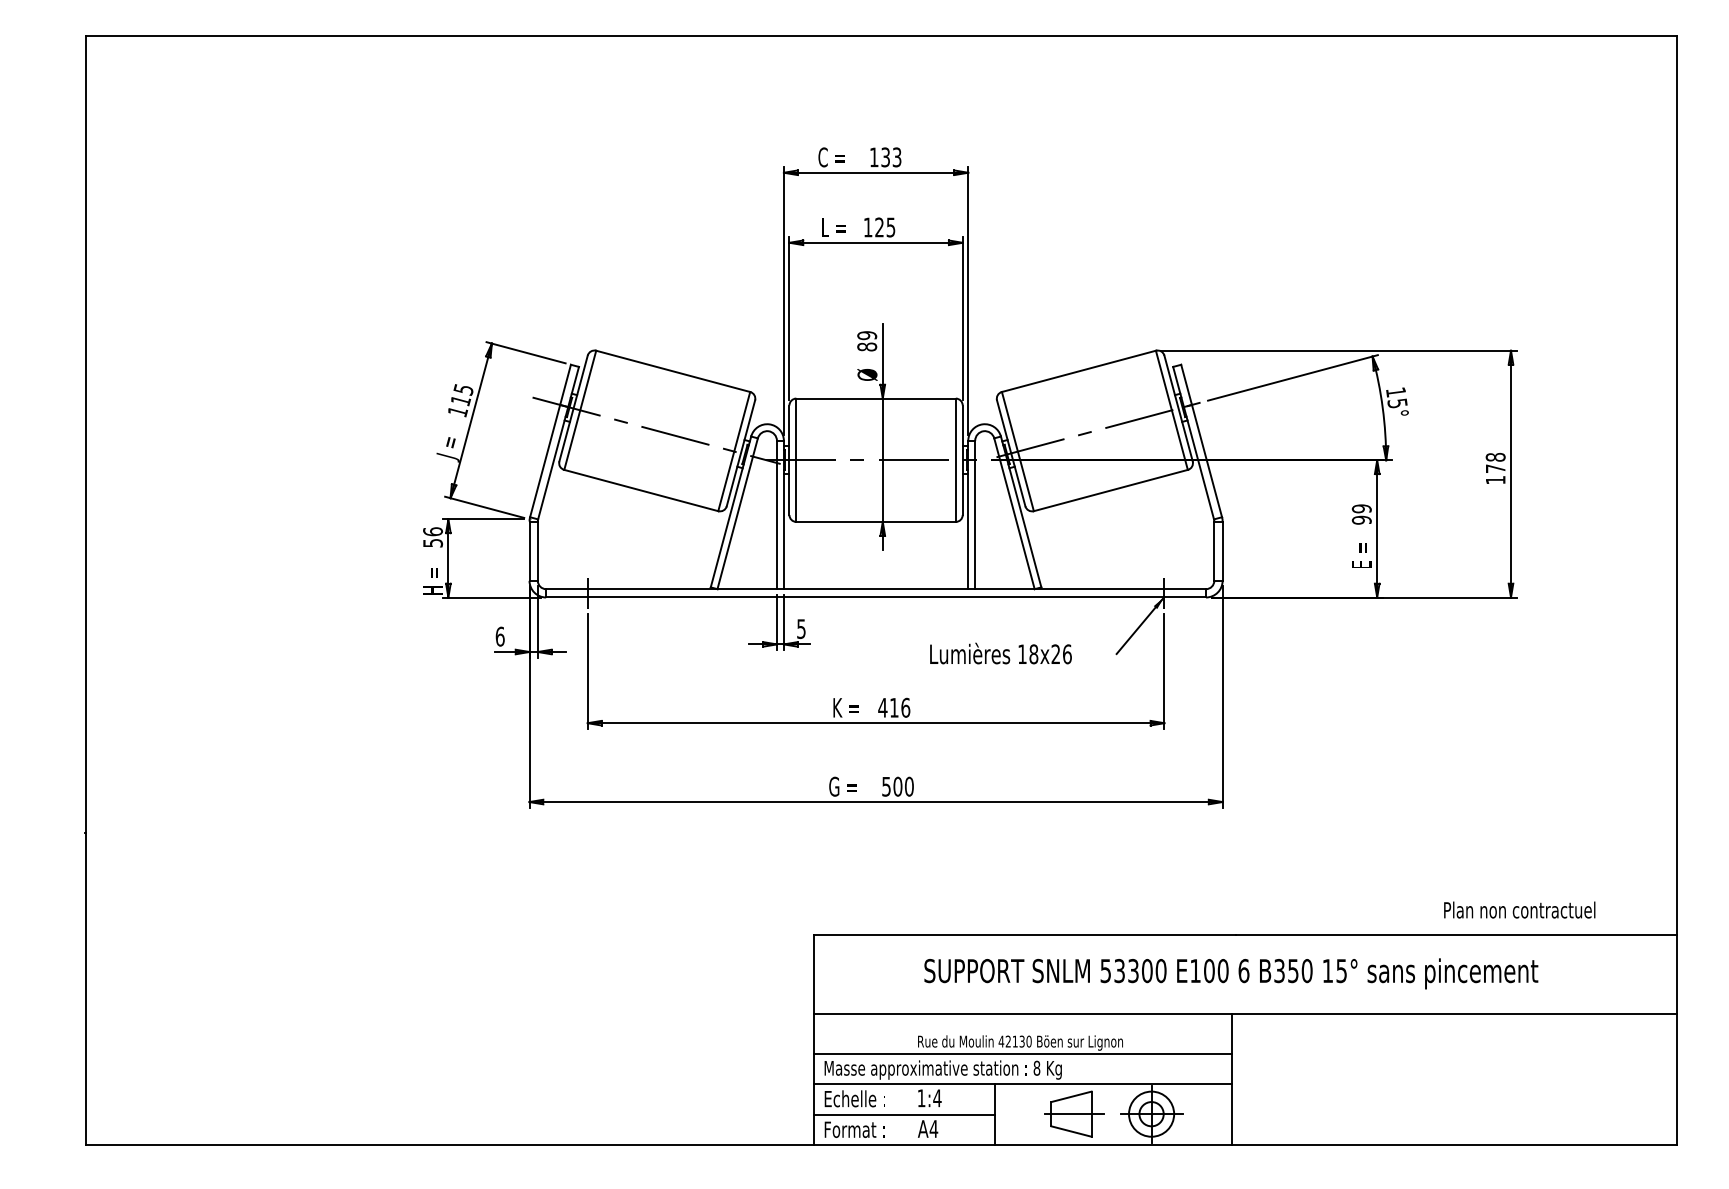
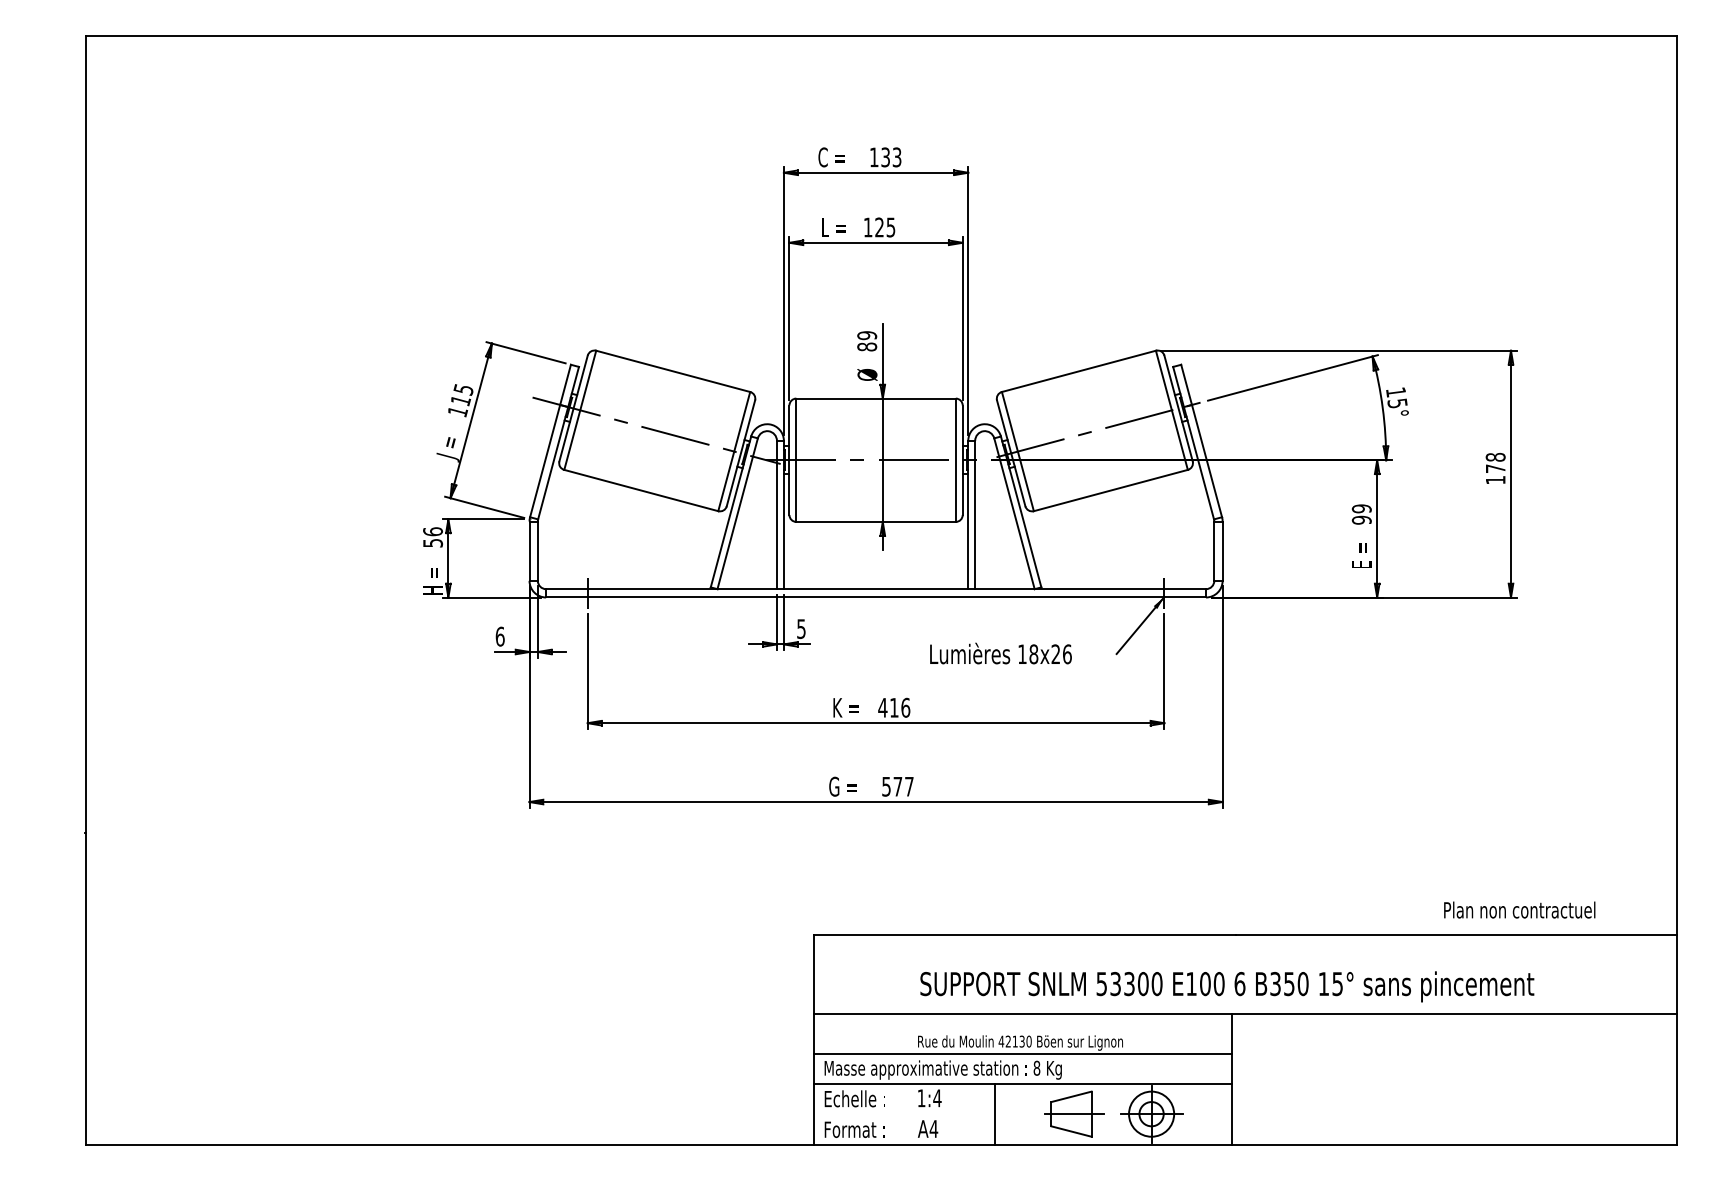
text at (903, 786): 500 -> 577
text at (1231, 973) position: (1231, 973) -> (1227, 986)
line at (904, 1114): present -> none
